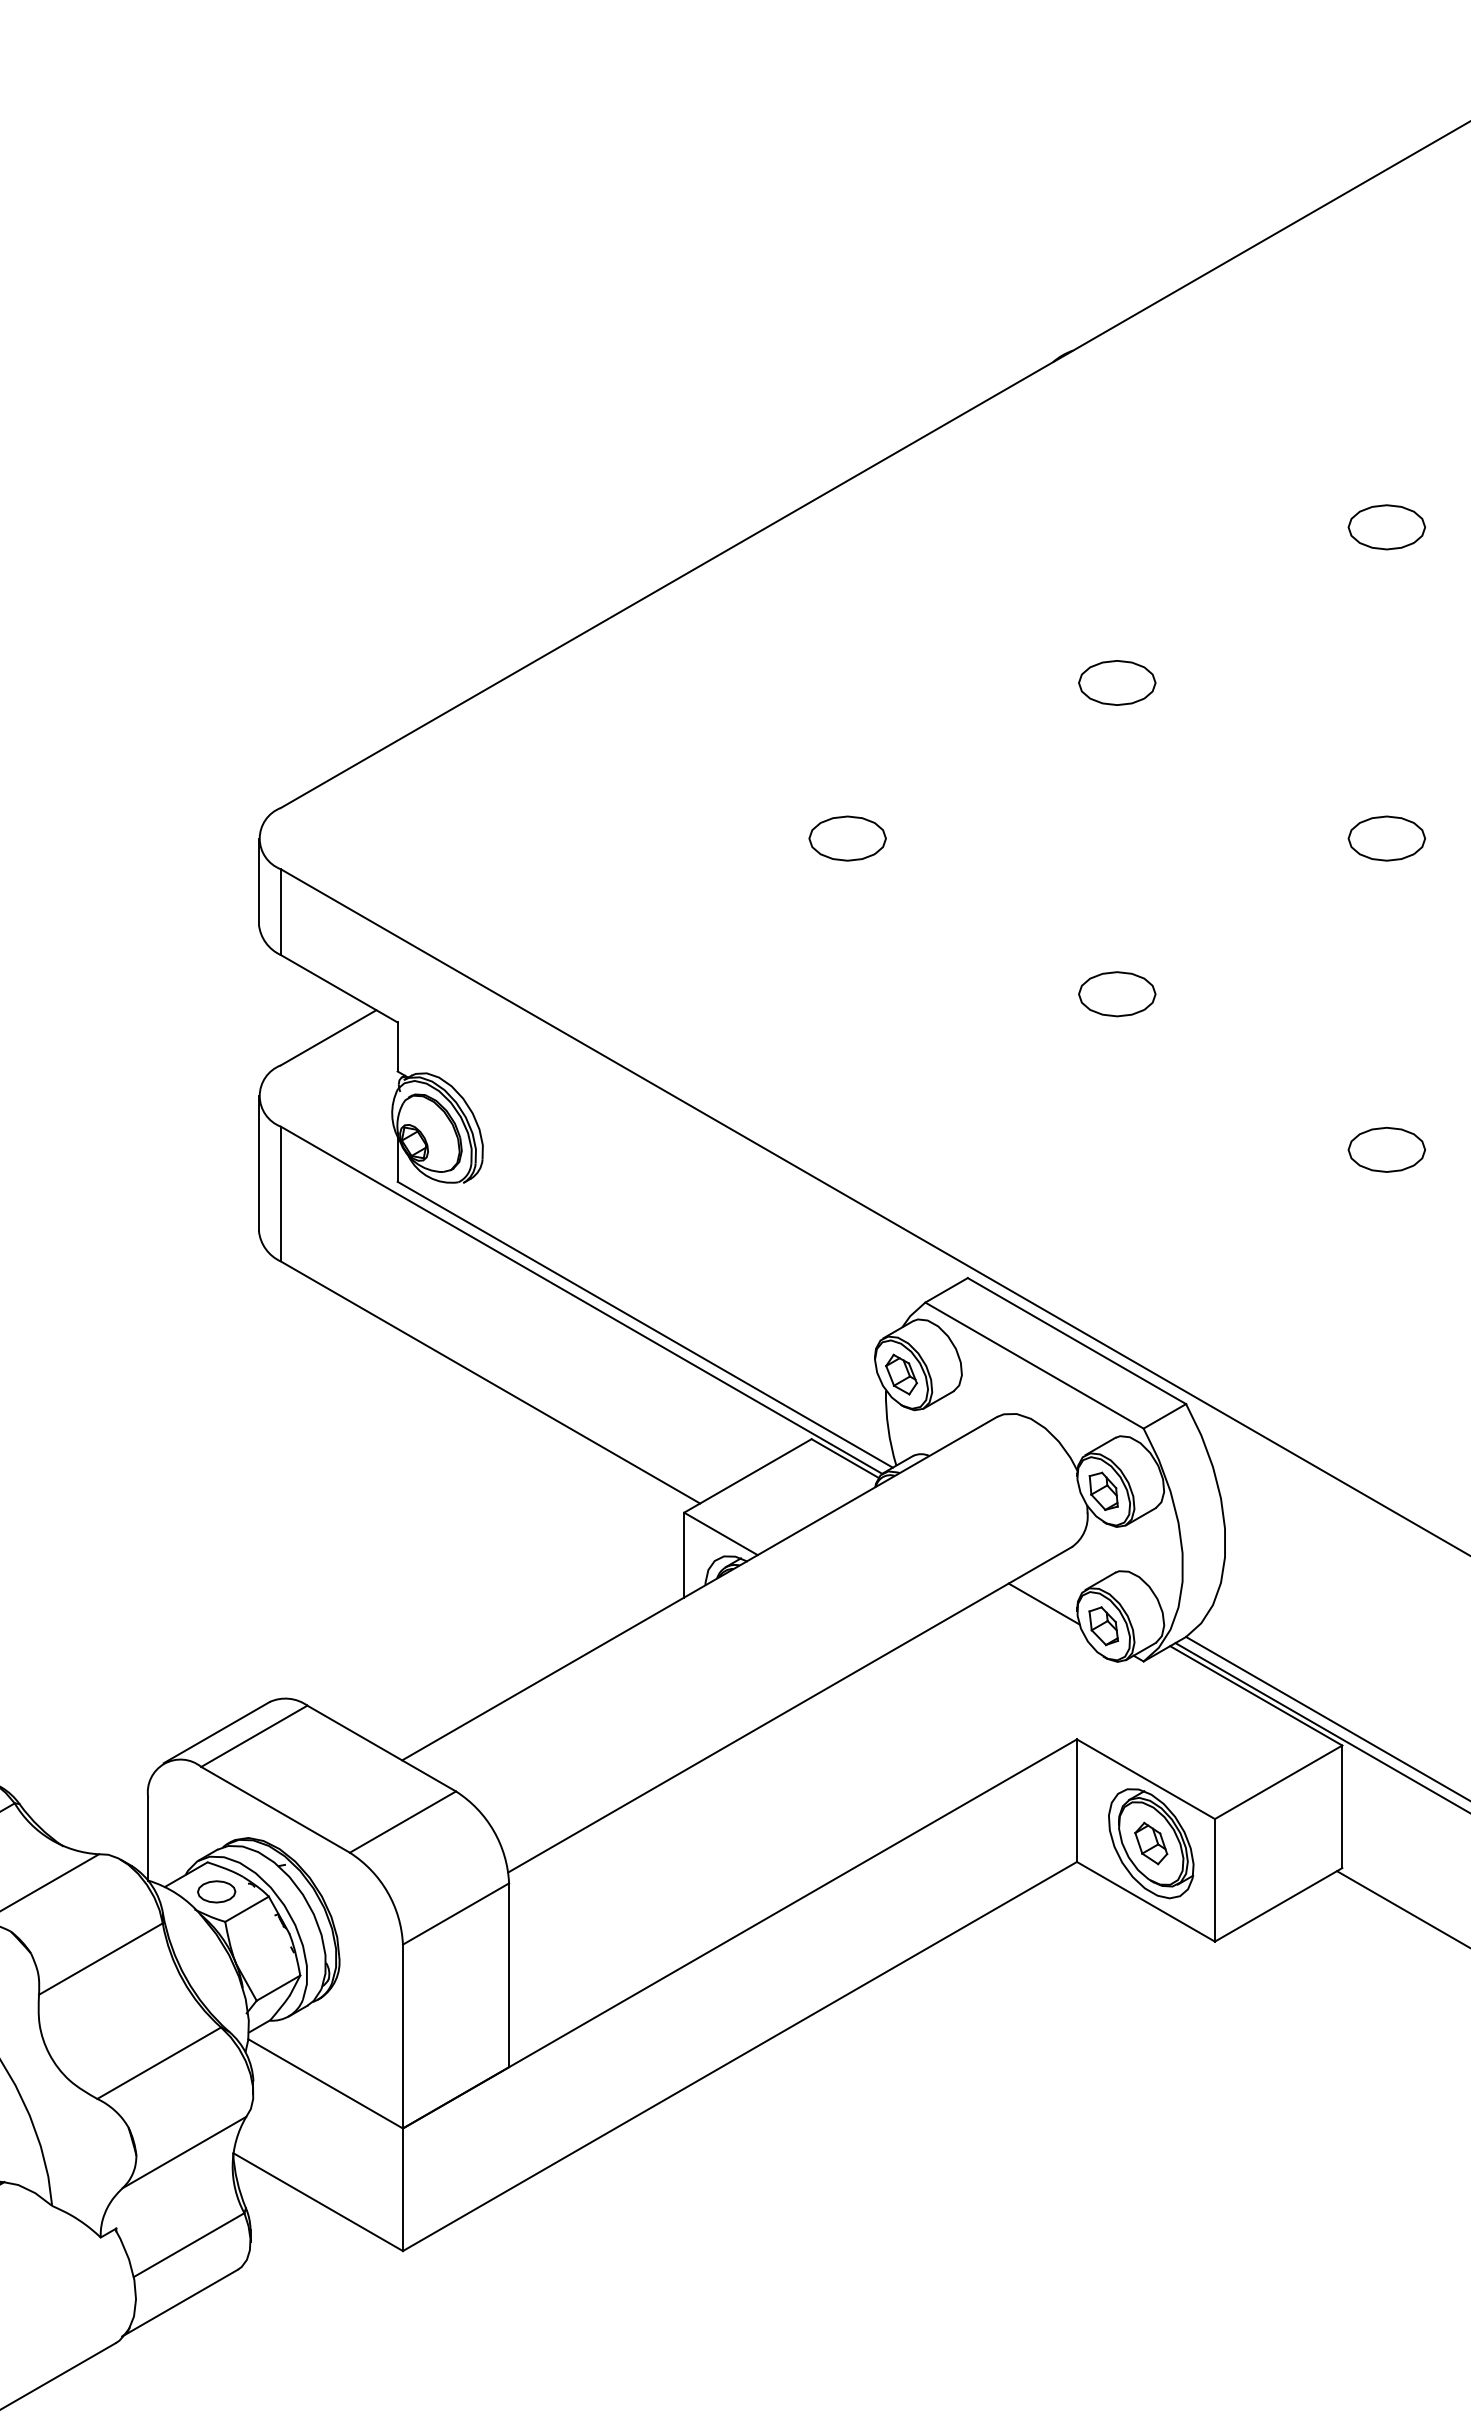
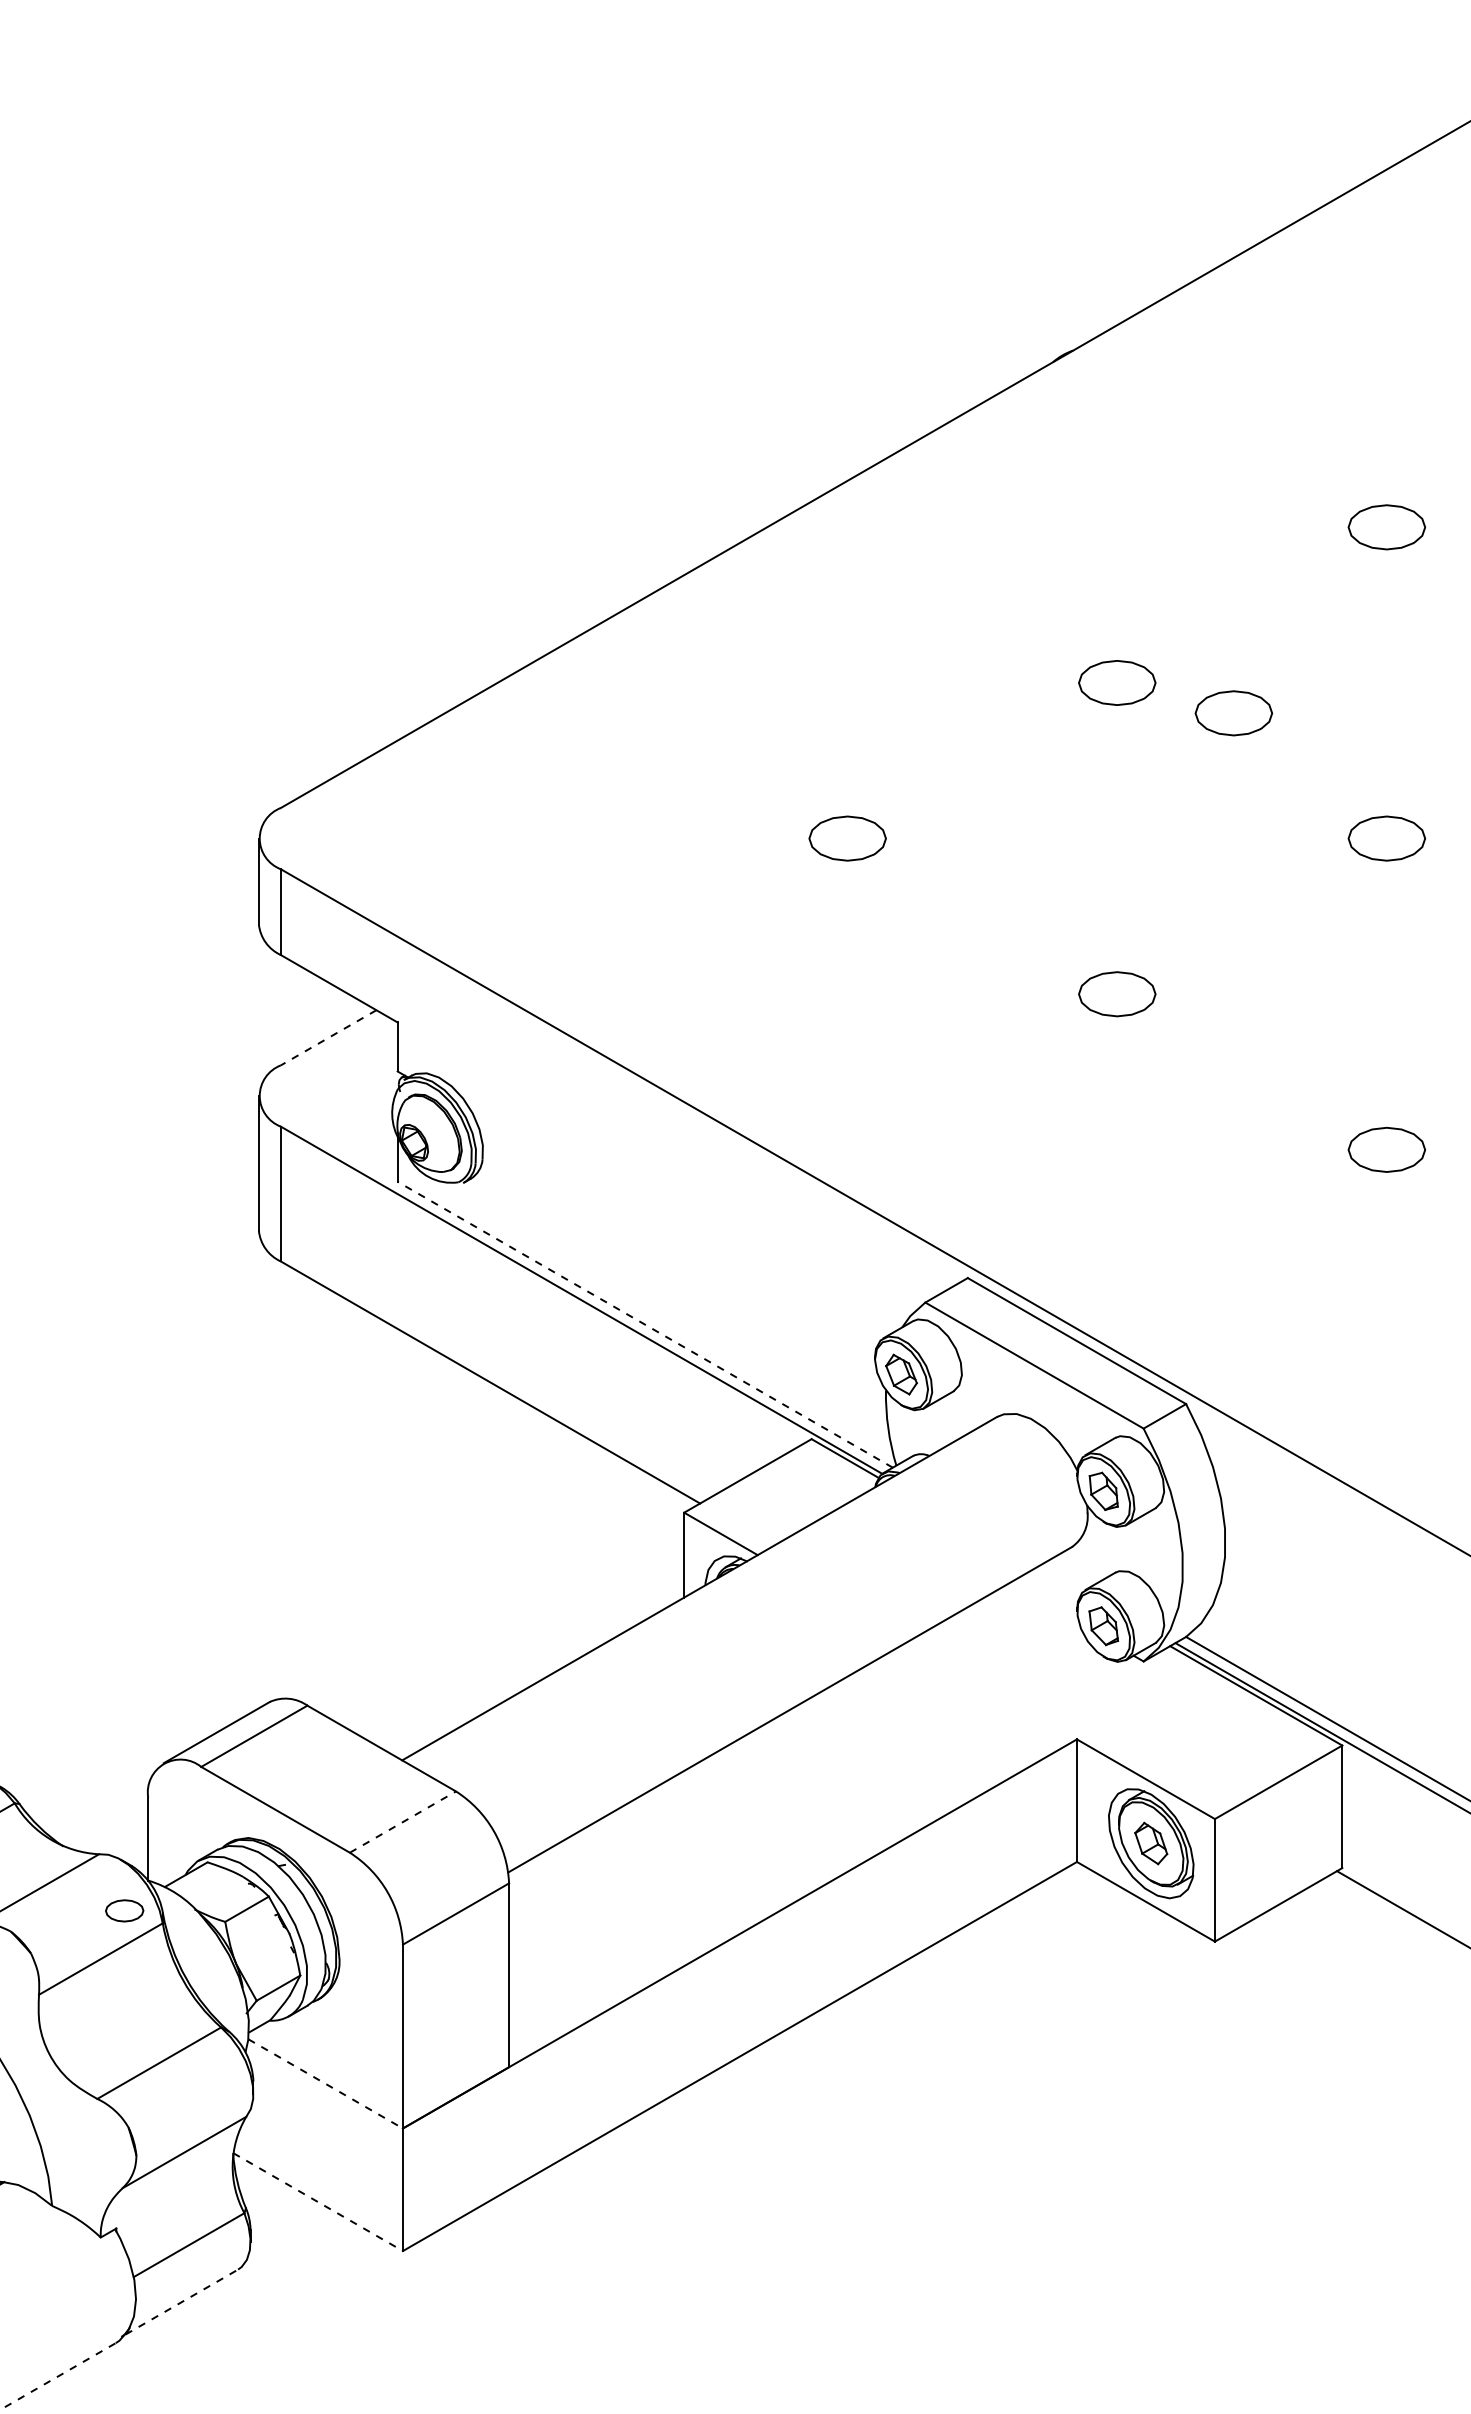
part at (1233, 713): none -> present
line at (328, 1038): solid -> dashed
line at (645, 1324): solid -> dashed
line at (1043, 1603): present -> none
line at (403, 1821): solid -> dashed
part at (216, 1891) position: (216, 1891) -> (124, 1910)
line at (326, 2084): solid -> dashed
line at (318, 2202): solid -> dashed
line at (181, 2302): solid -> dashed
line at (58, 2376): solid -> dashed
